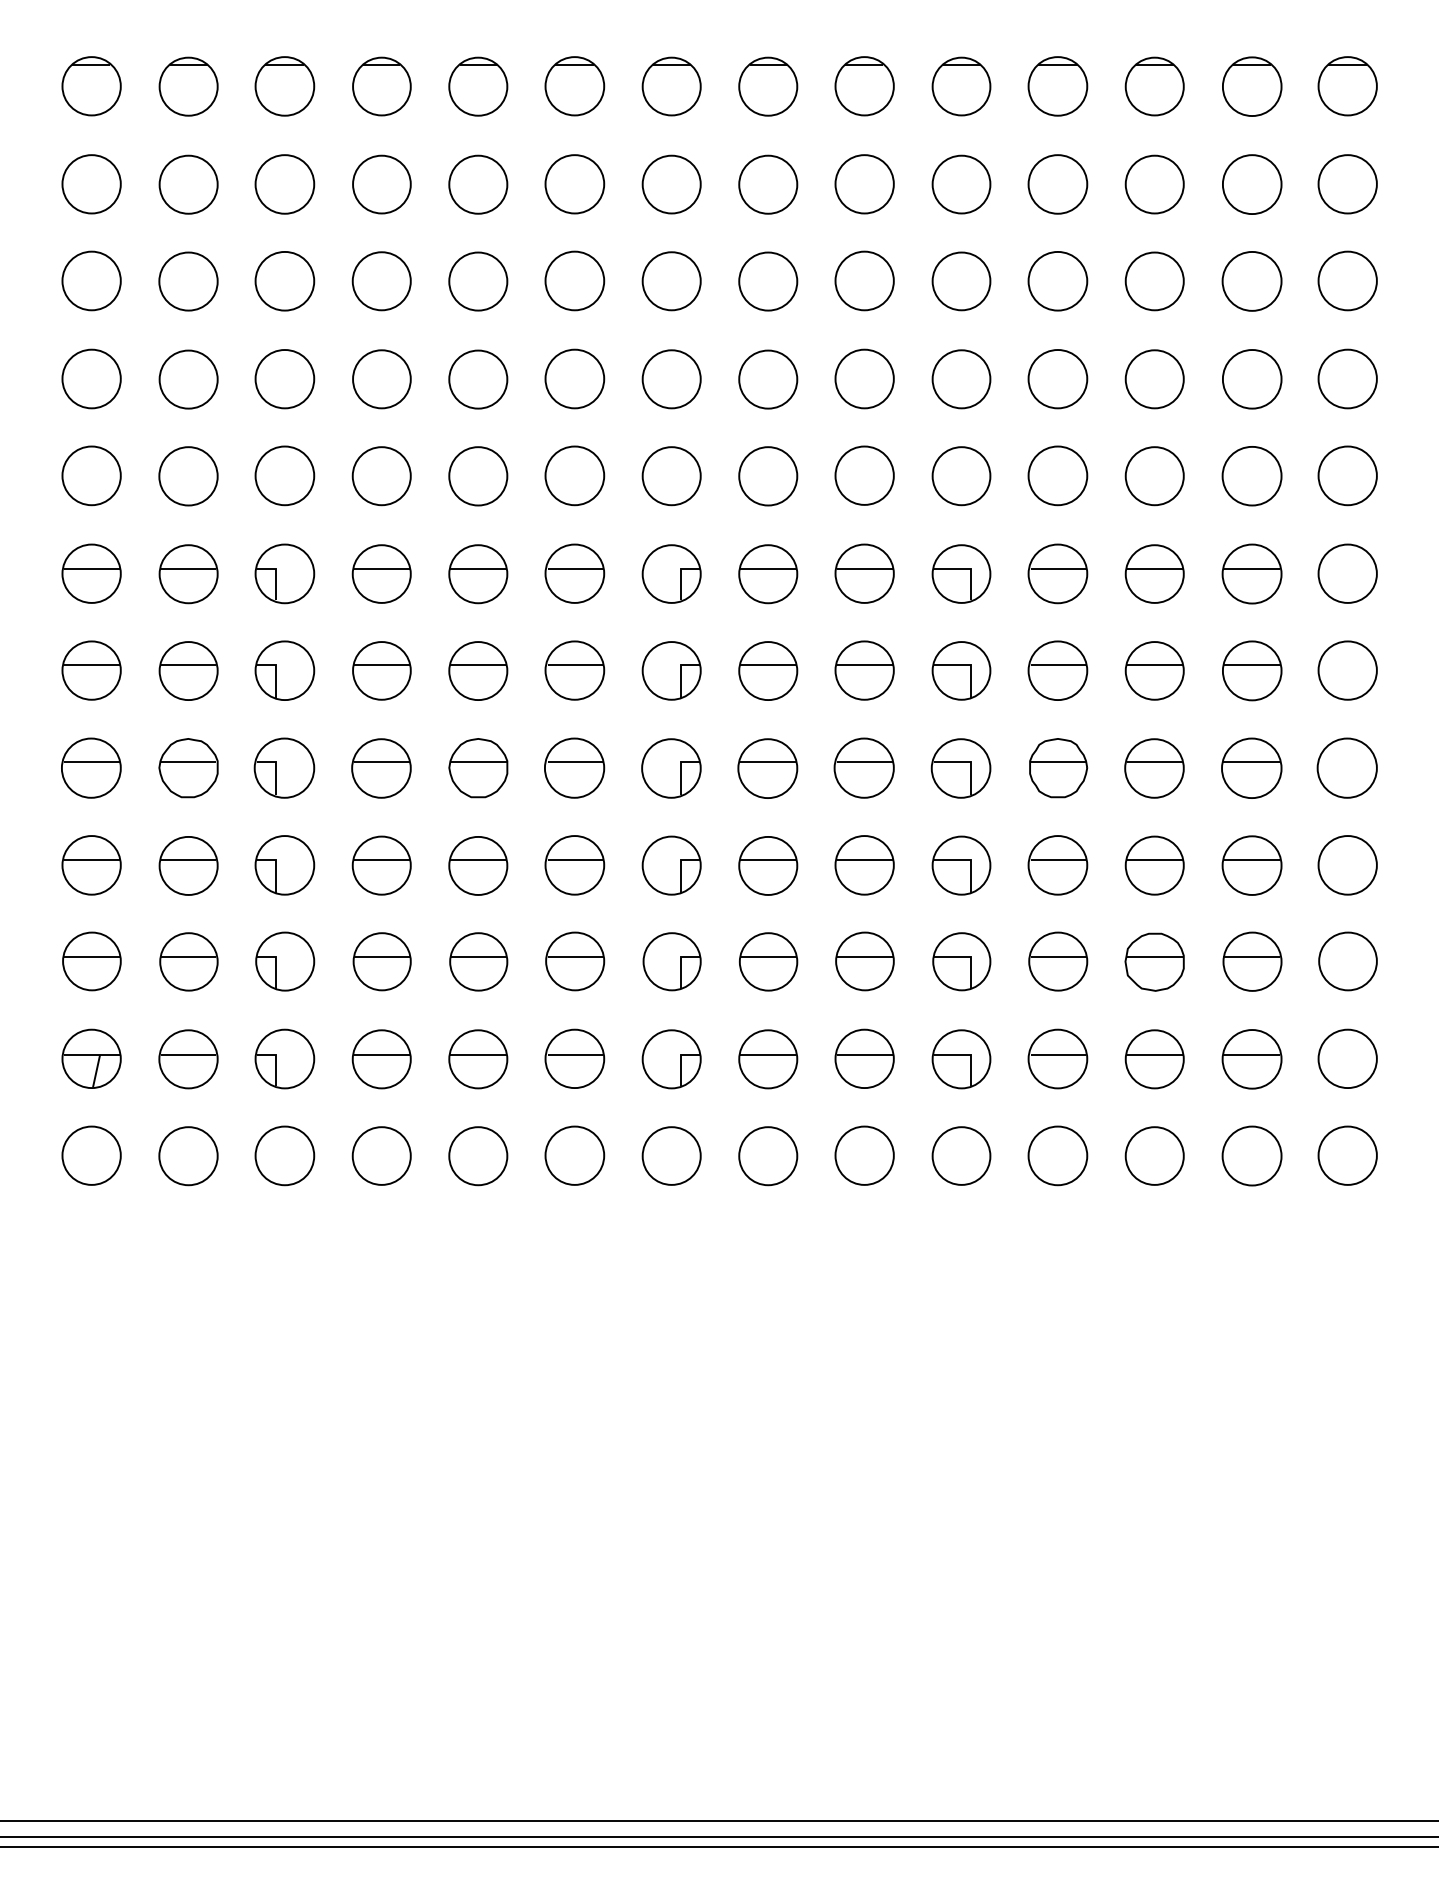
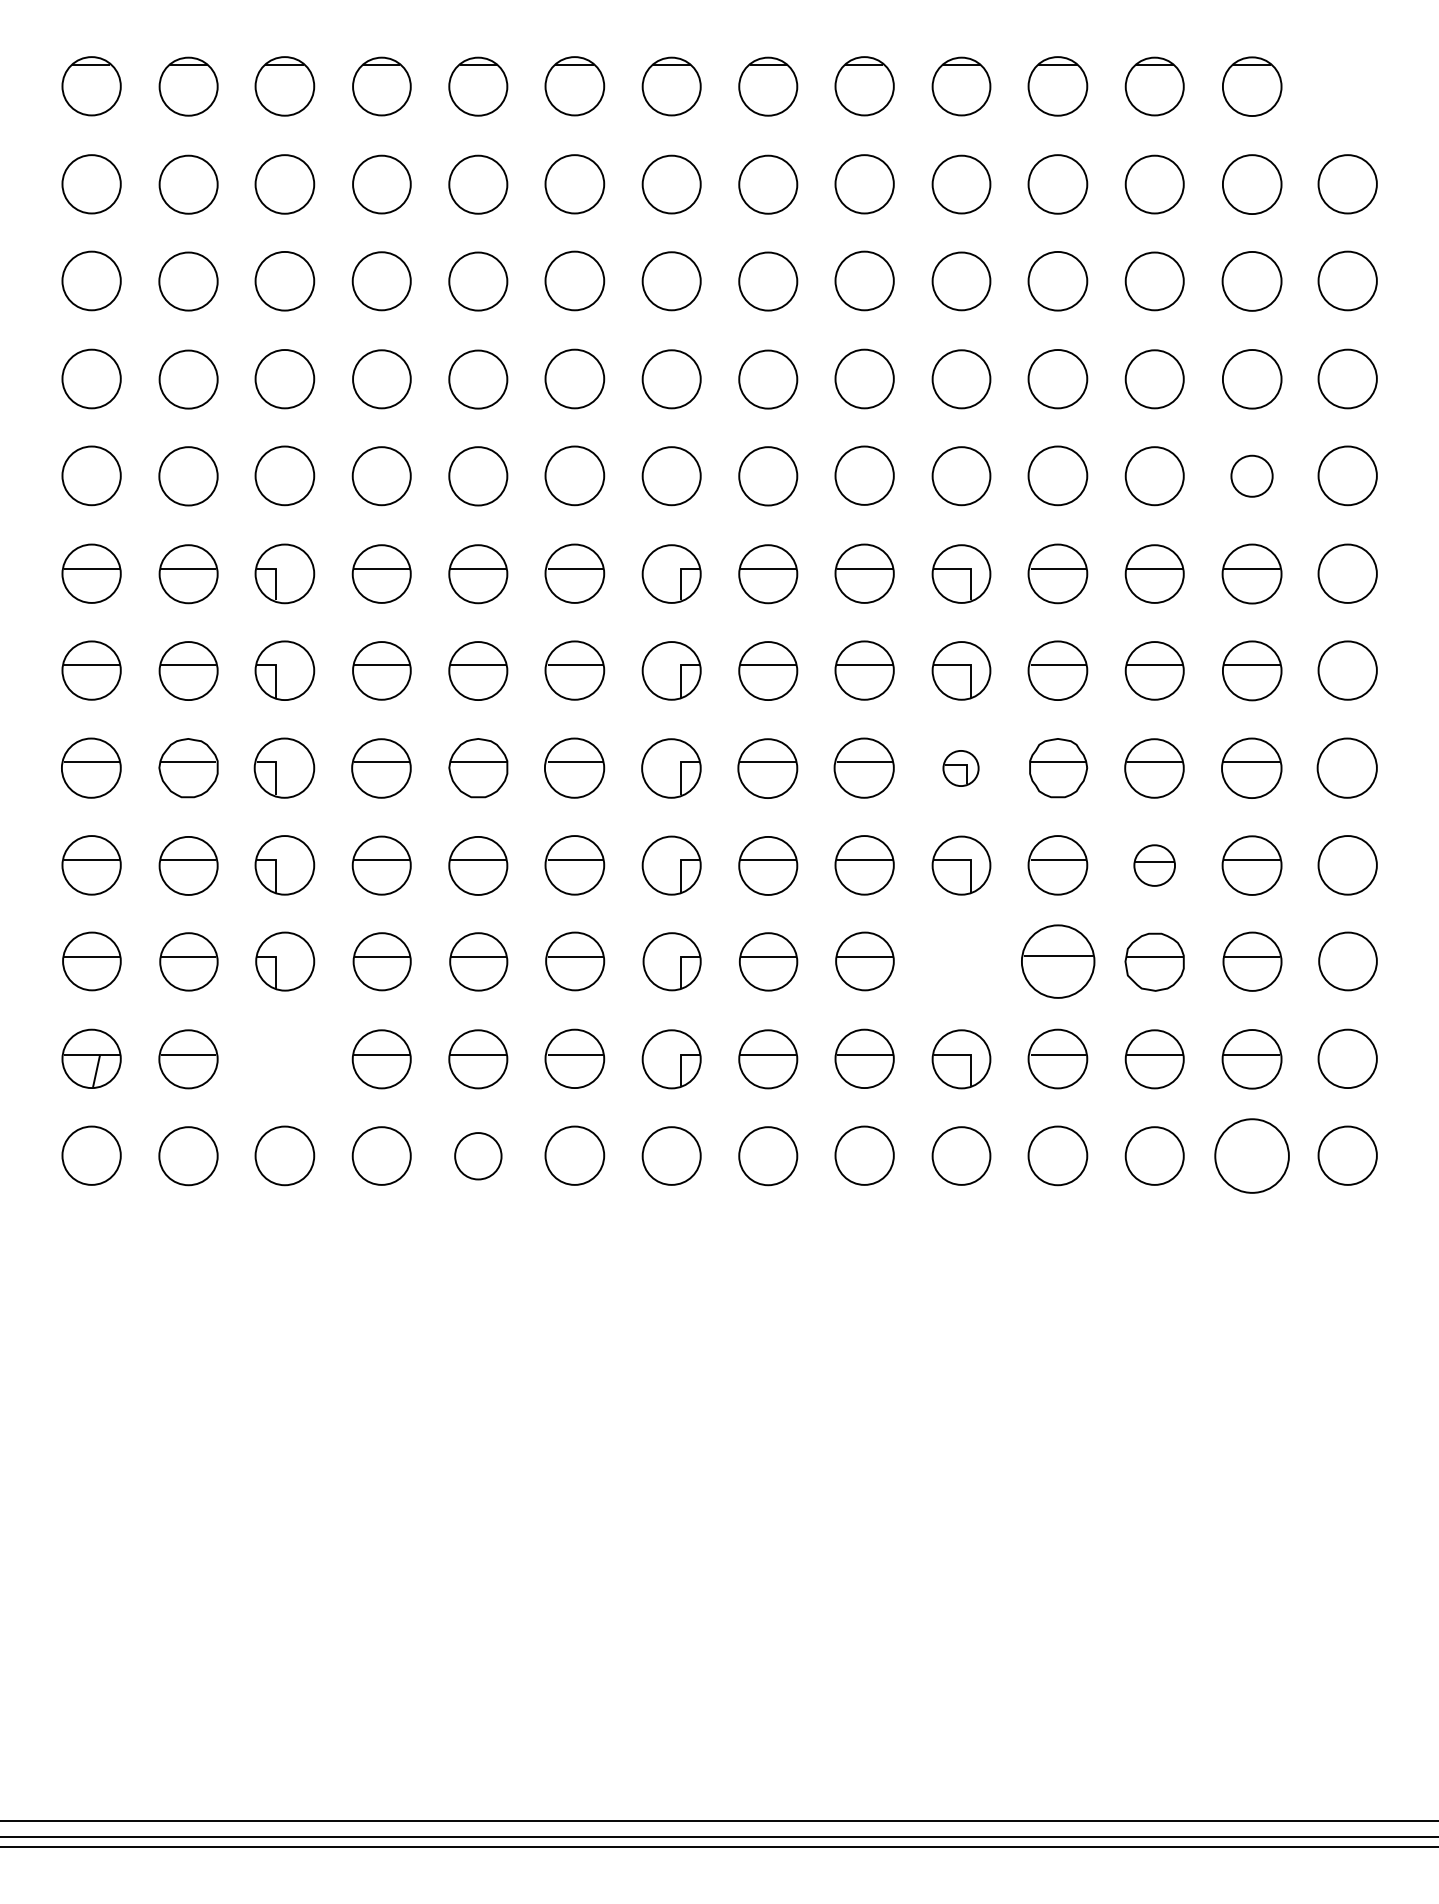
part at (1347, 86): present -> none
part at (1251, 476) size: 62x61 px -> 44x44 px
part at (960, 768) size: 62x61 px -> 38x37 px
part at (1154, 865) size: 61x61 px -> 43x43 px
part at (961, 961): present -> none
part at (1058, 961) size: 61x61 px -> 75x75 px
part at (284, 1058): present -> none
part at (1251, 1155) size: 62x62 px -> 76x76 px
part at (478, 1156) size: 61x61 px -> 49x49 px
